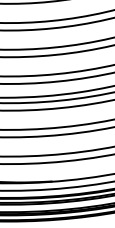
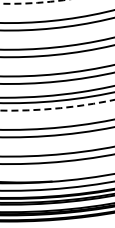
arc at (33, 3): solid -> dashed
arc at (58, 108): solid -> dashed
